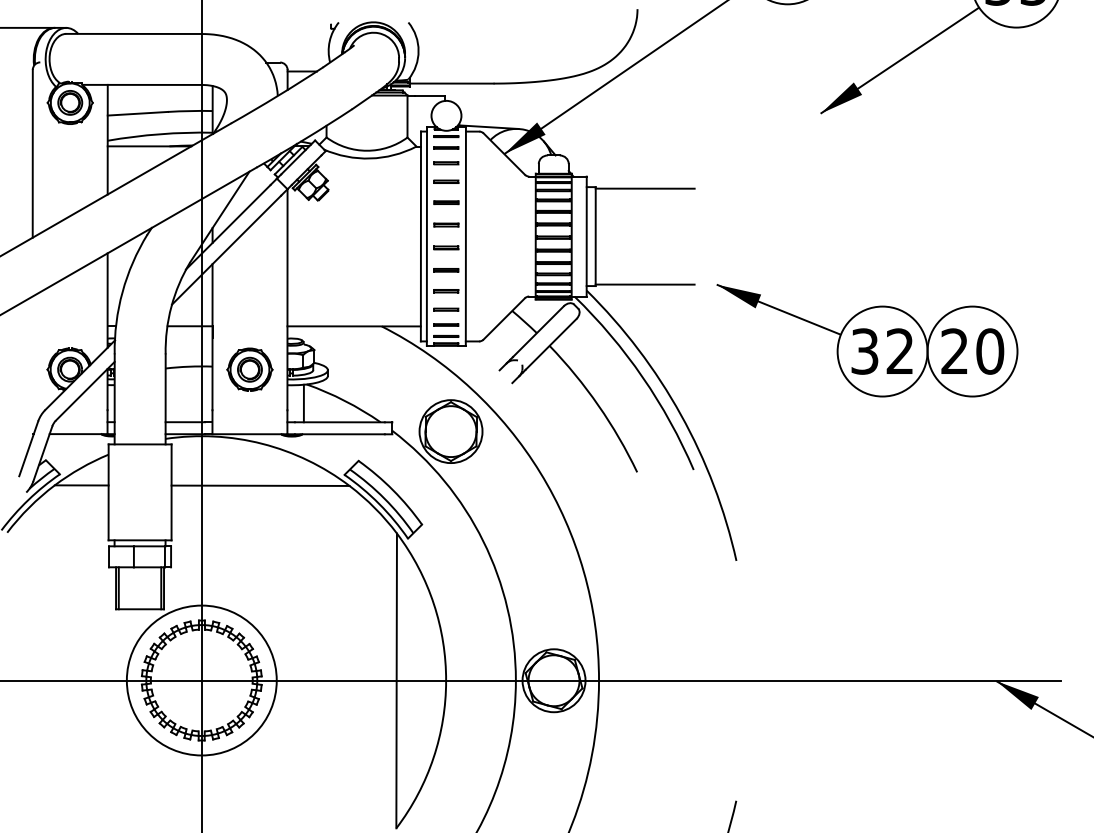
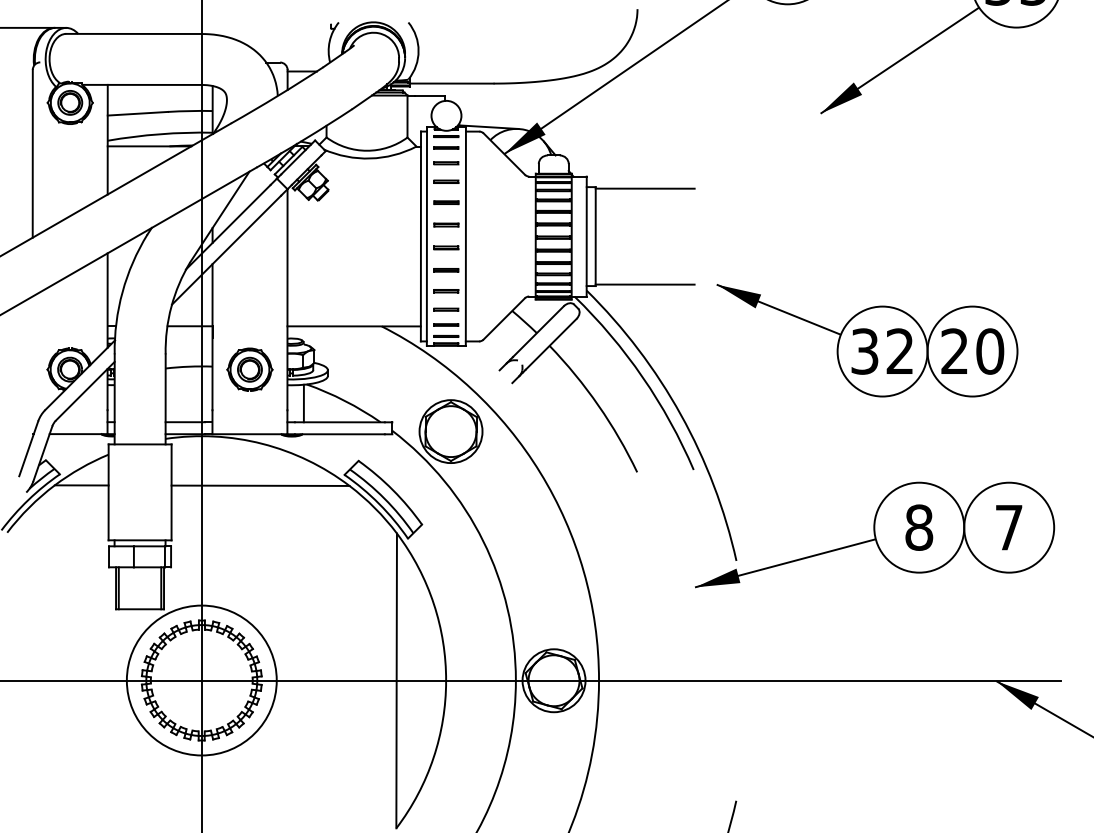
part at (875, 534): none -> present
